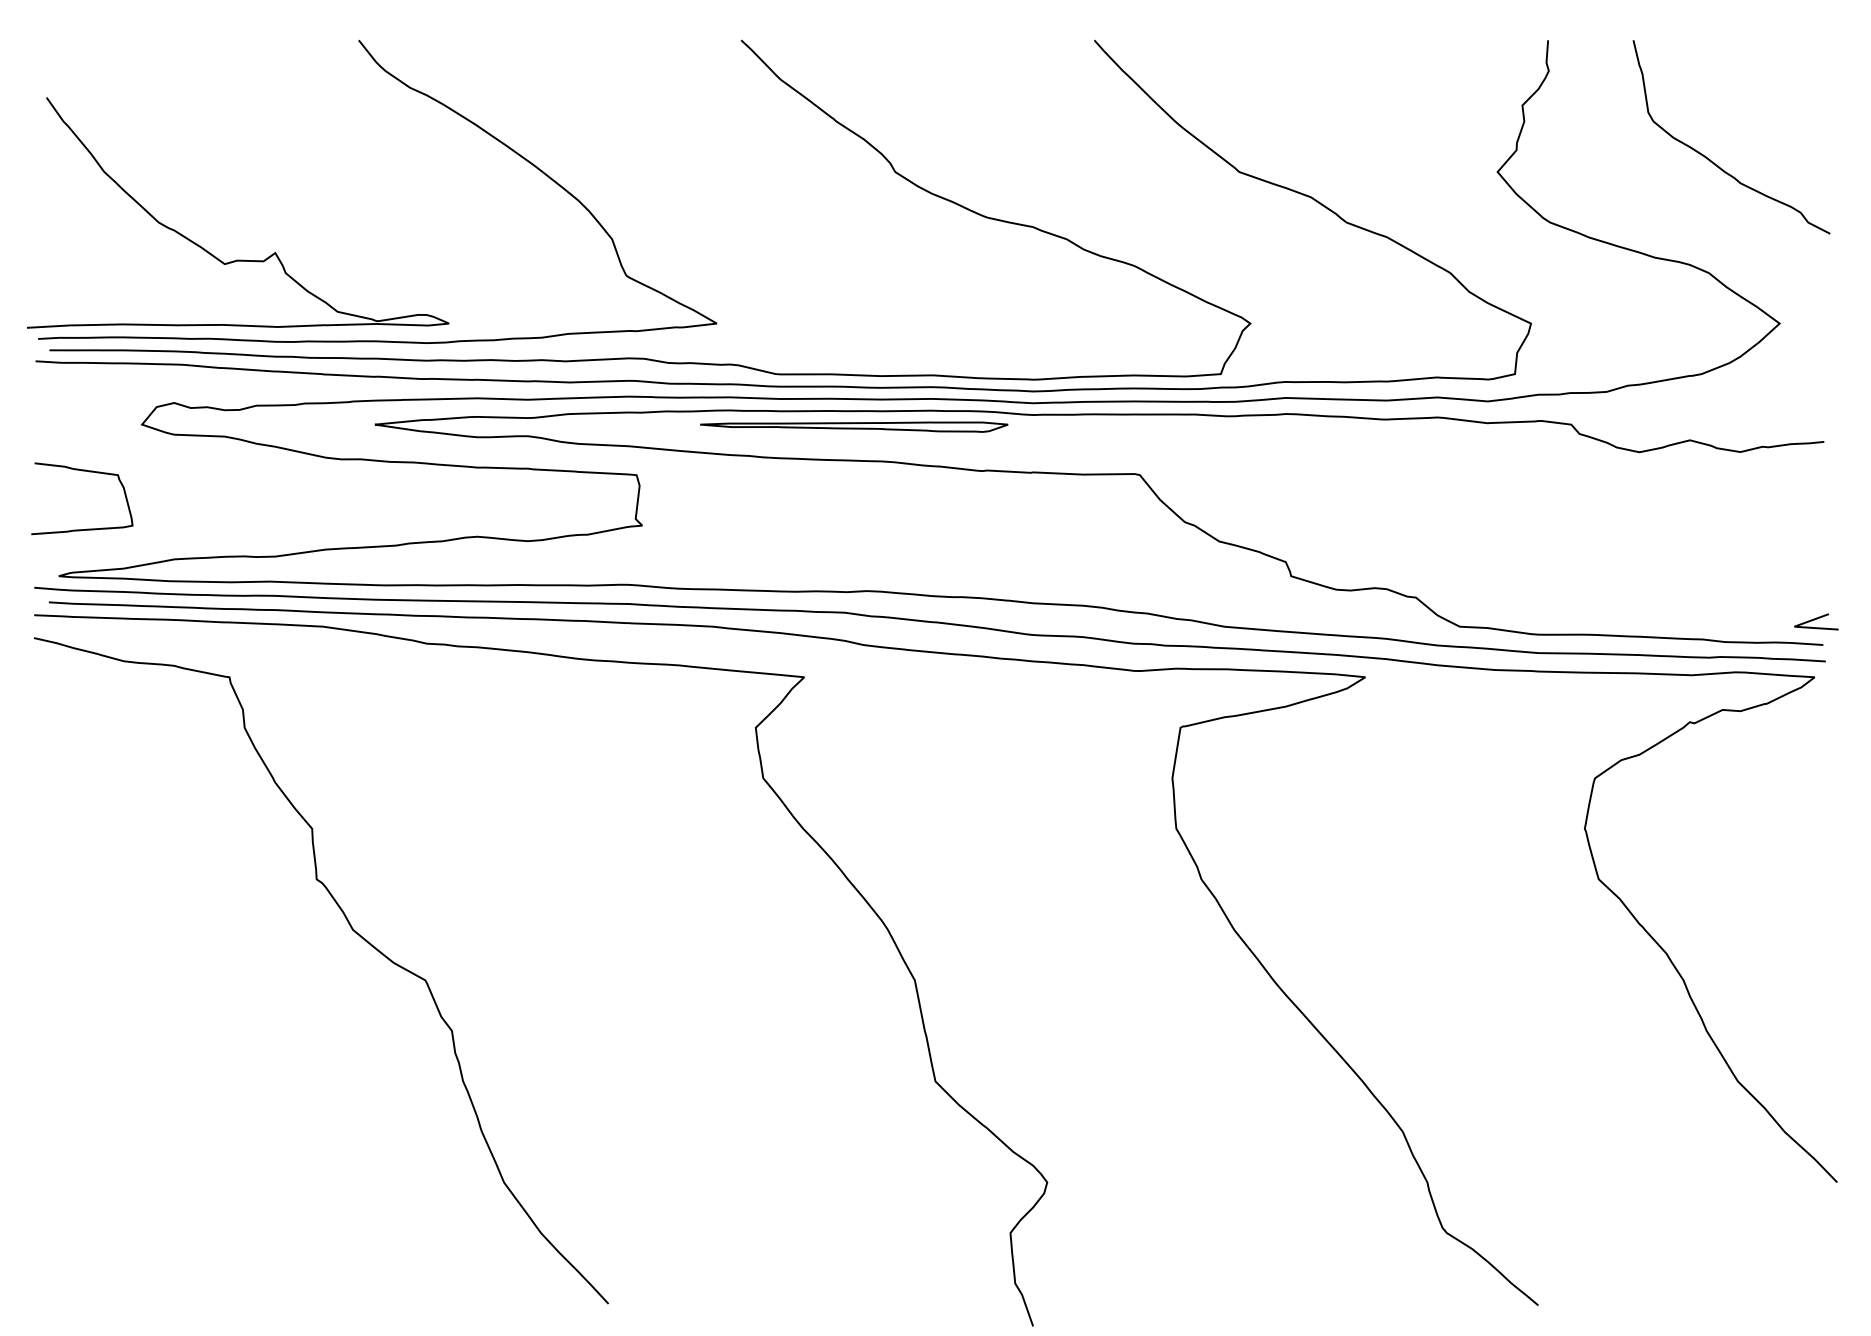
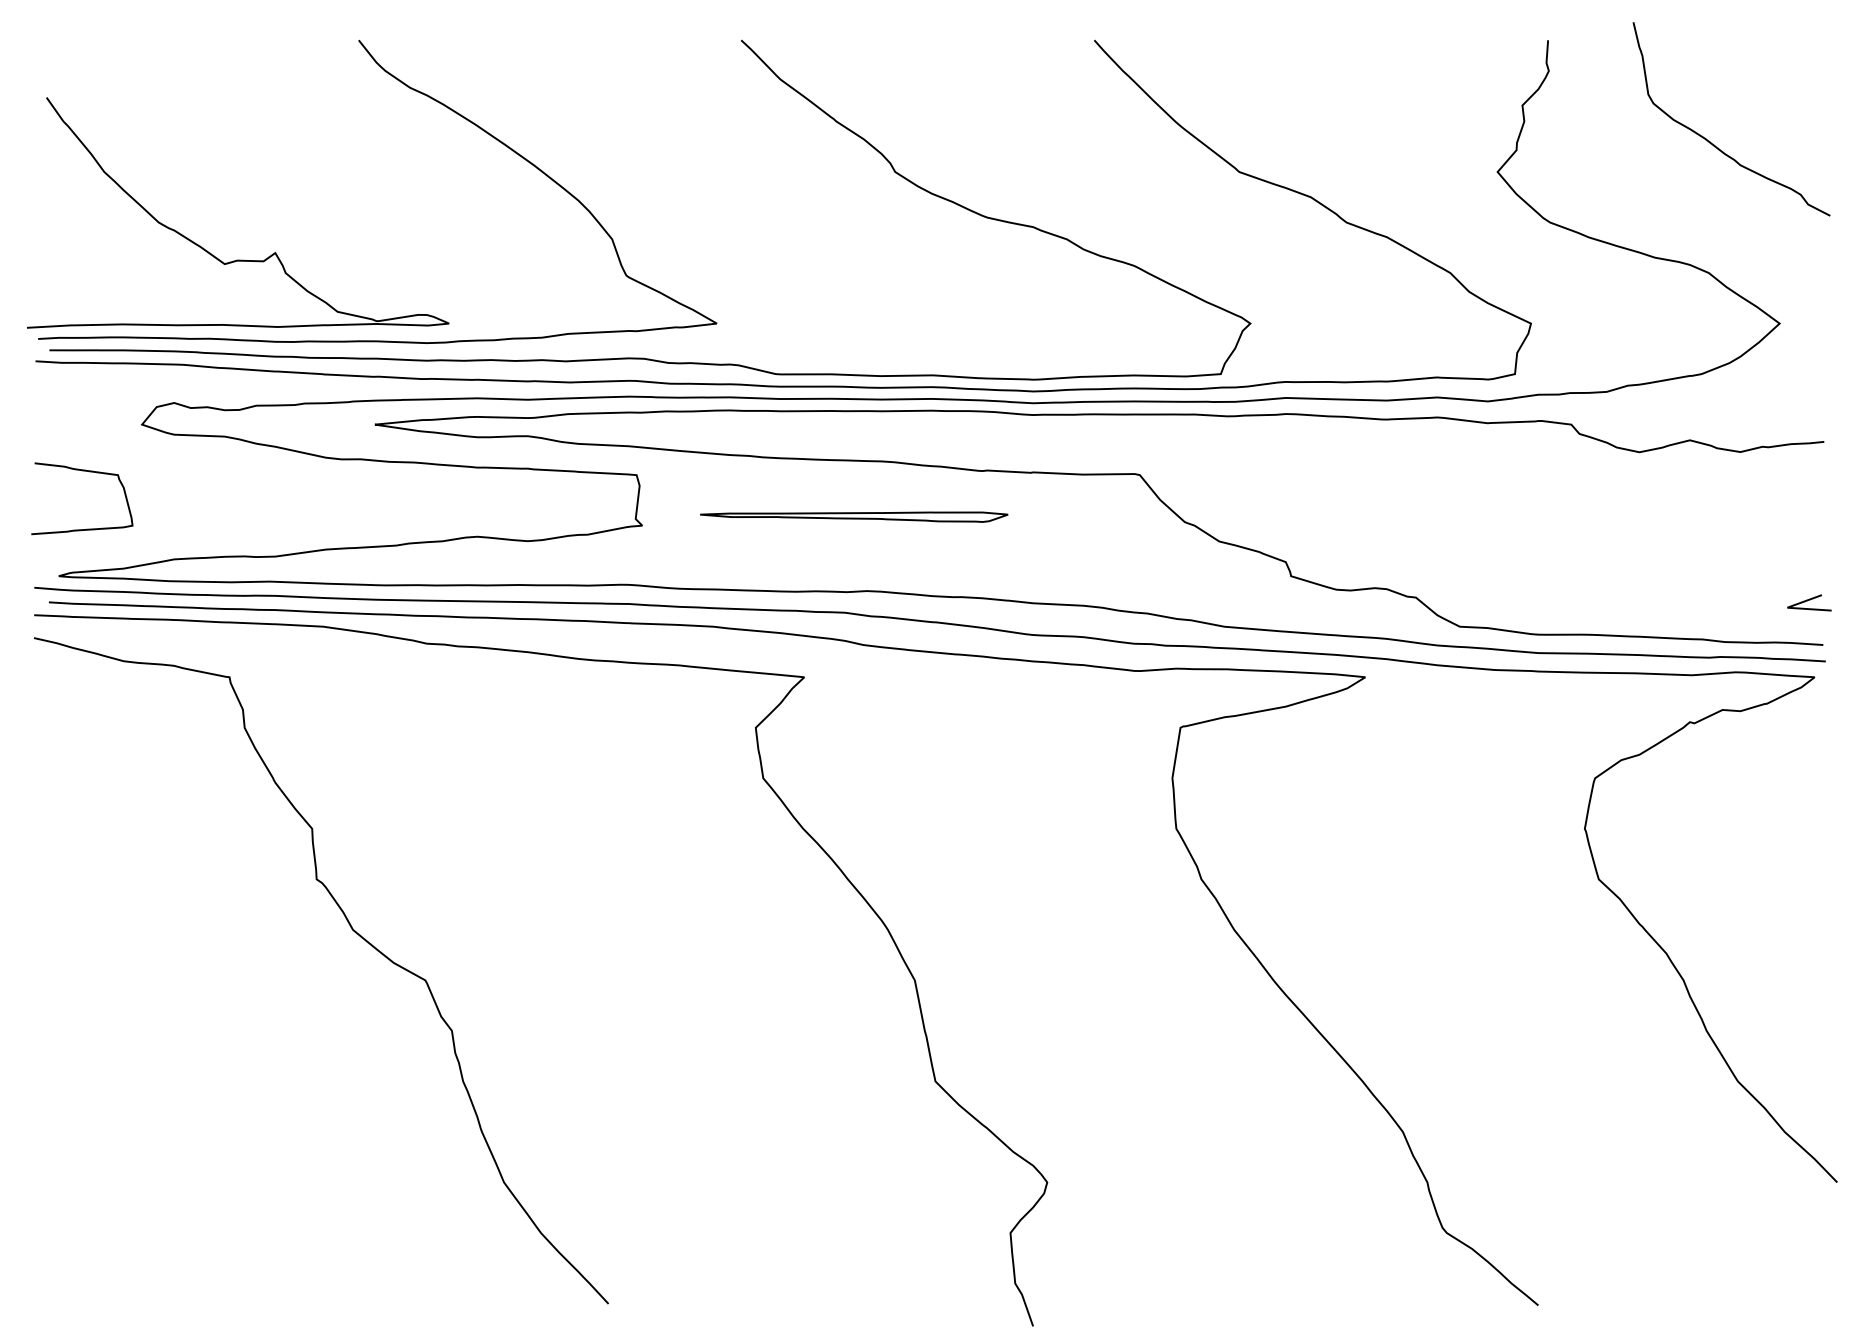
curve at (1714, 162) position: (1714, 162) -> (1714, 144)
part at (854, 426) position: (854, 426) -> (854, 516)
line at (1816, 619) position: (1816, 619) -> (1809, 600)
